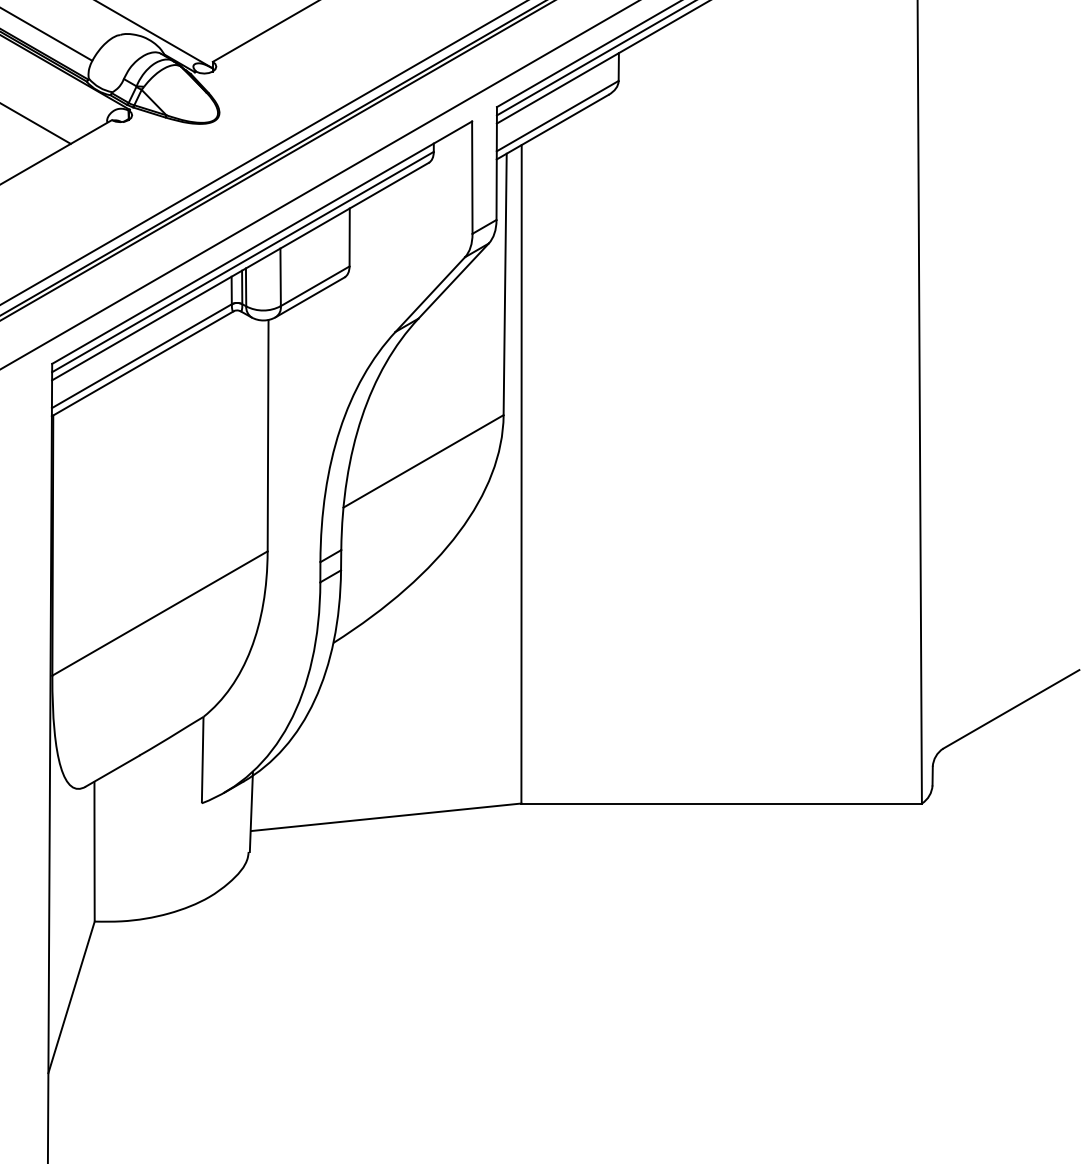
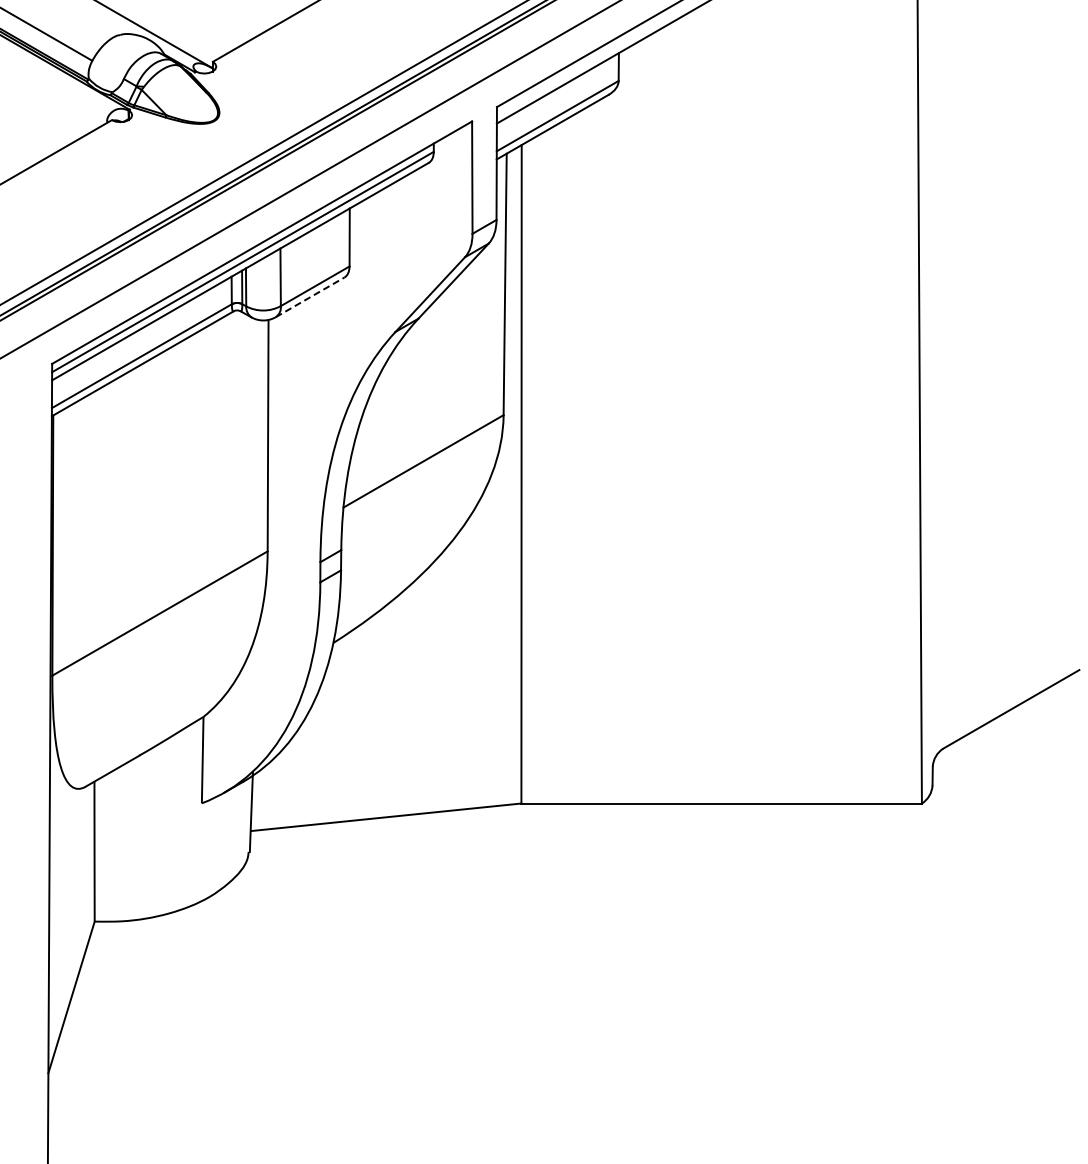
line at (594, 58): present -> none
line at (36, 123): present -> none
line at (319, 185) position: (319, 185) -> (310, 179)
line at (310, 297): solid -> dashed
